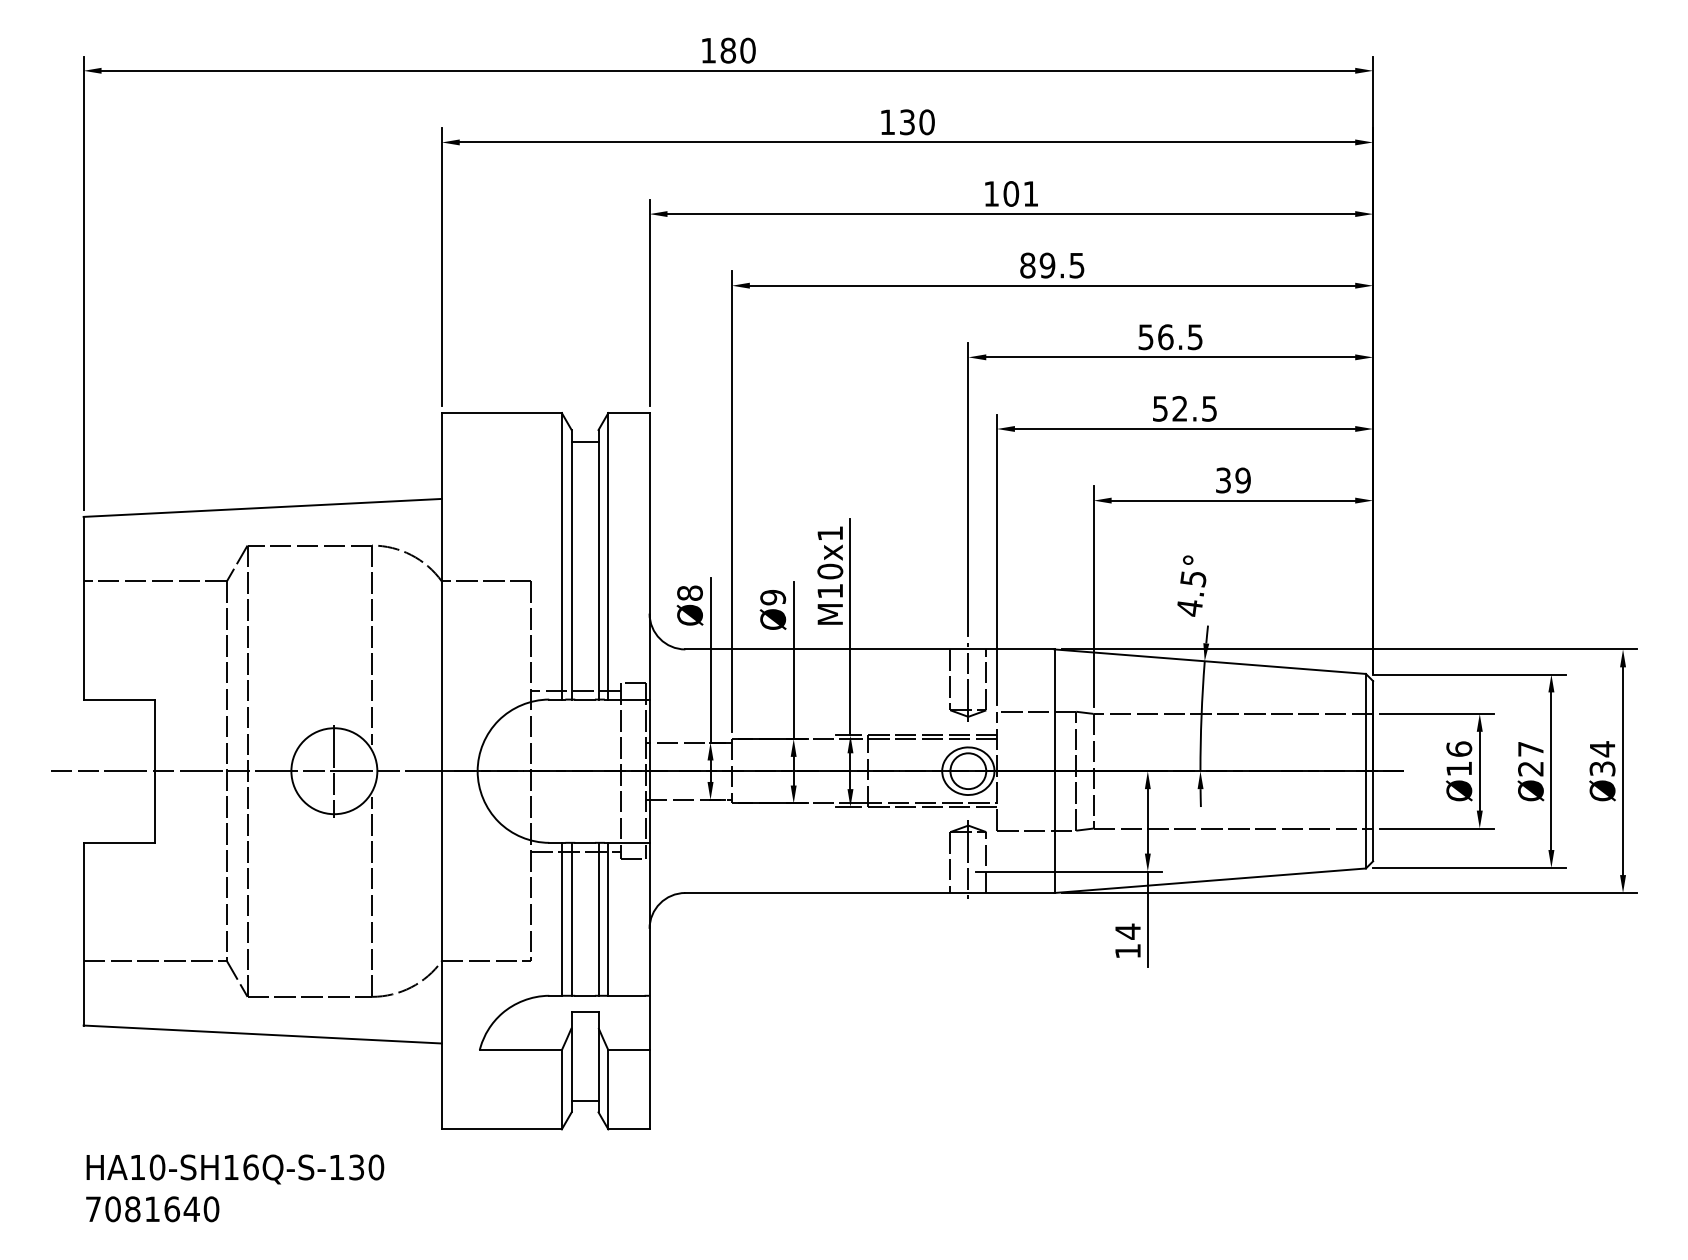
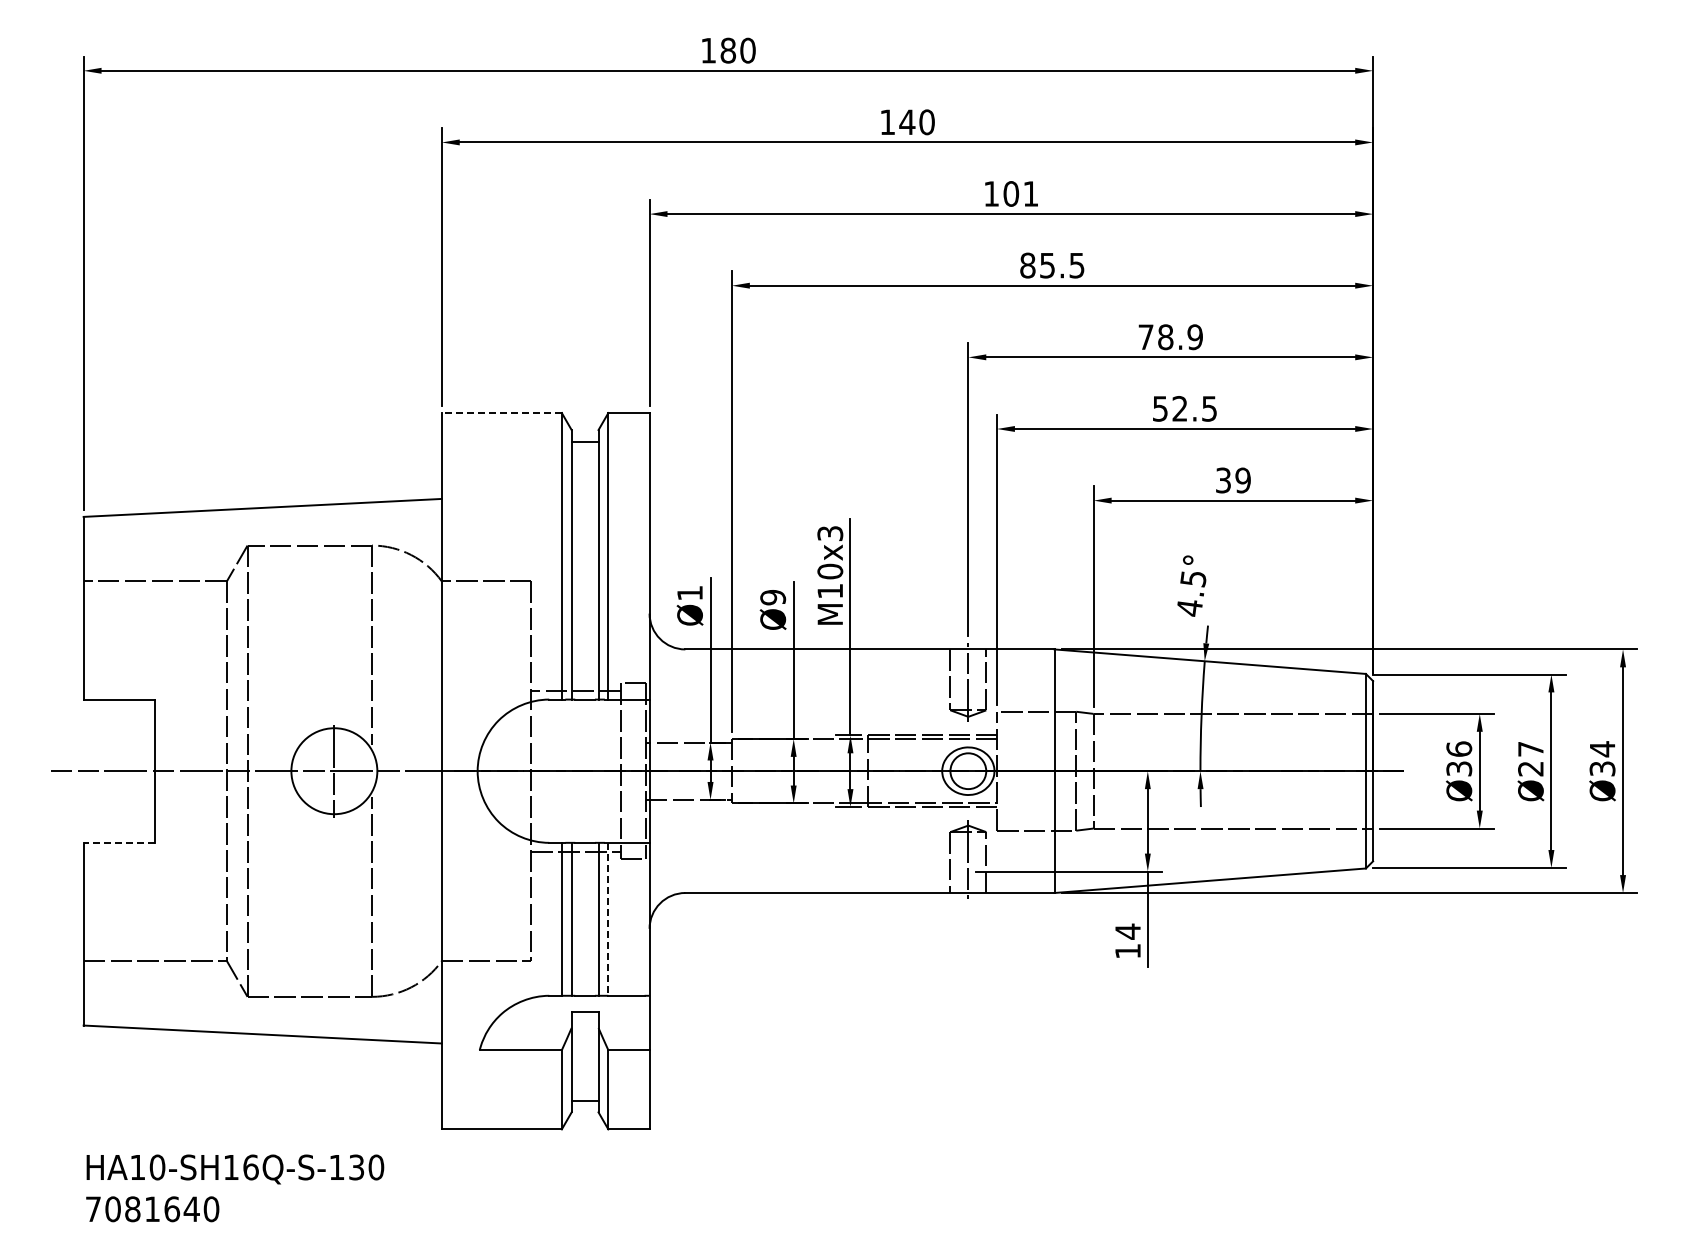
text at (907, 122): 130 -> 140
text at (1047, 265): 89.5 -> 85.5
text at (1170, 337): 56.5 -> 78.9
line at (501, 413): solid -> dashed
text at (830, 533): M10x1 -> M10x3
text at (689, 592): Ø8 -> Ø1
text at (1459, 768): Ø16 -> Ø36
line at (119, 842): solid -> dashed
line at (608, 919): solid -> dashed
